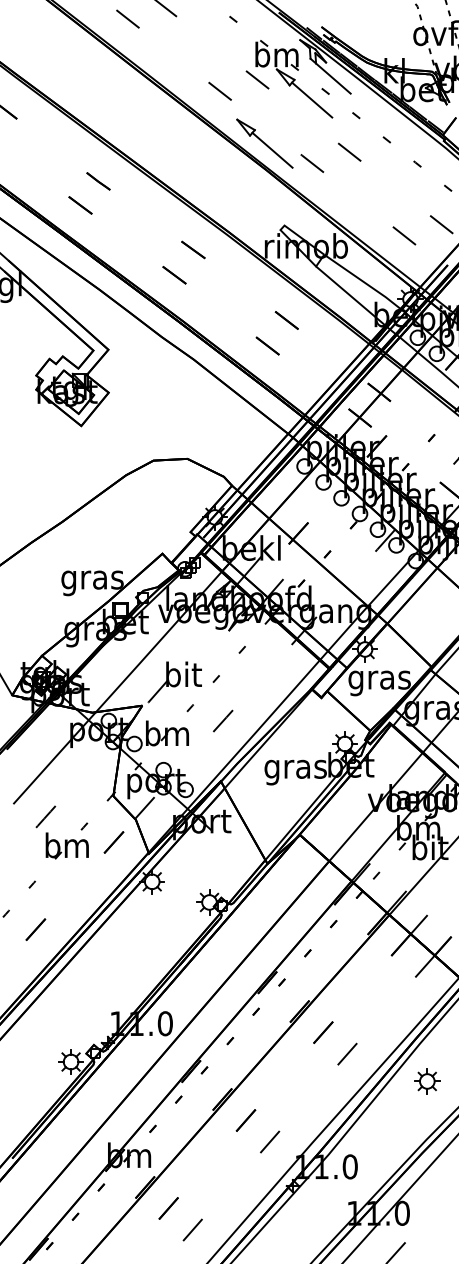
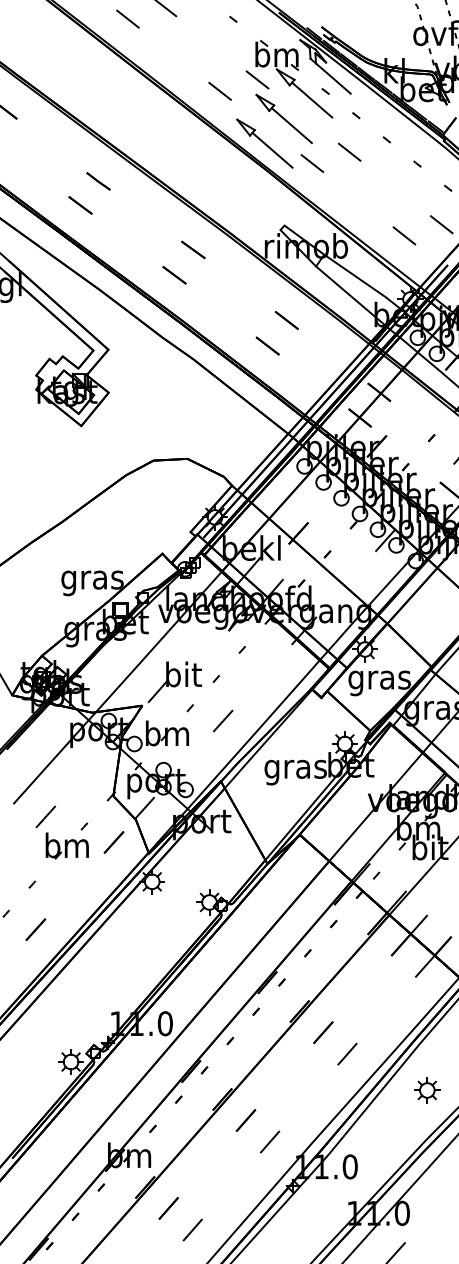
part at (283, 118): none -> present
part at (427, 1081) position: (427, 1081) -> (427, 1090)
